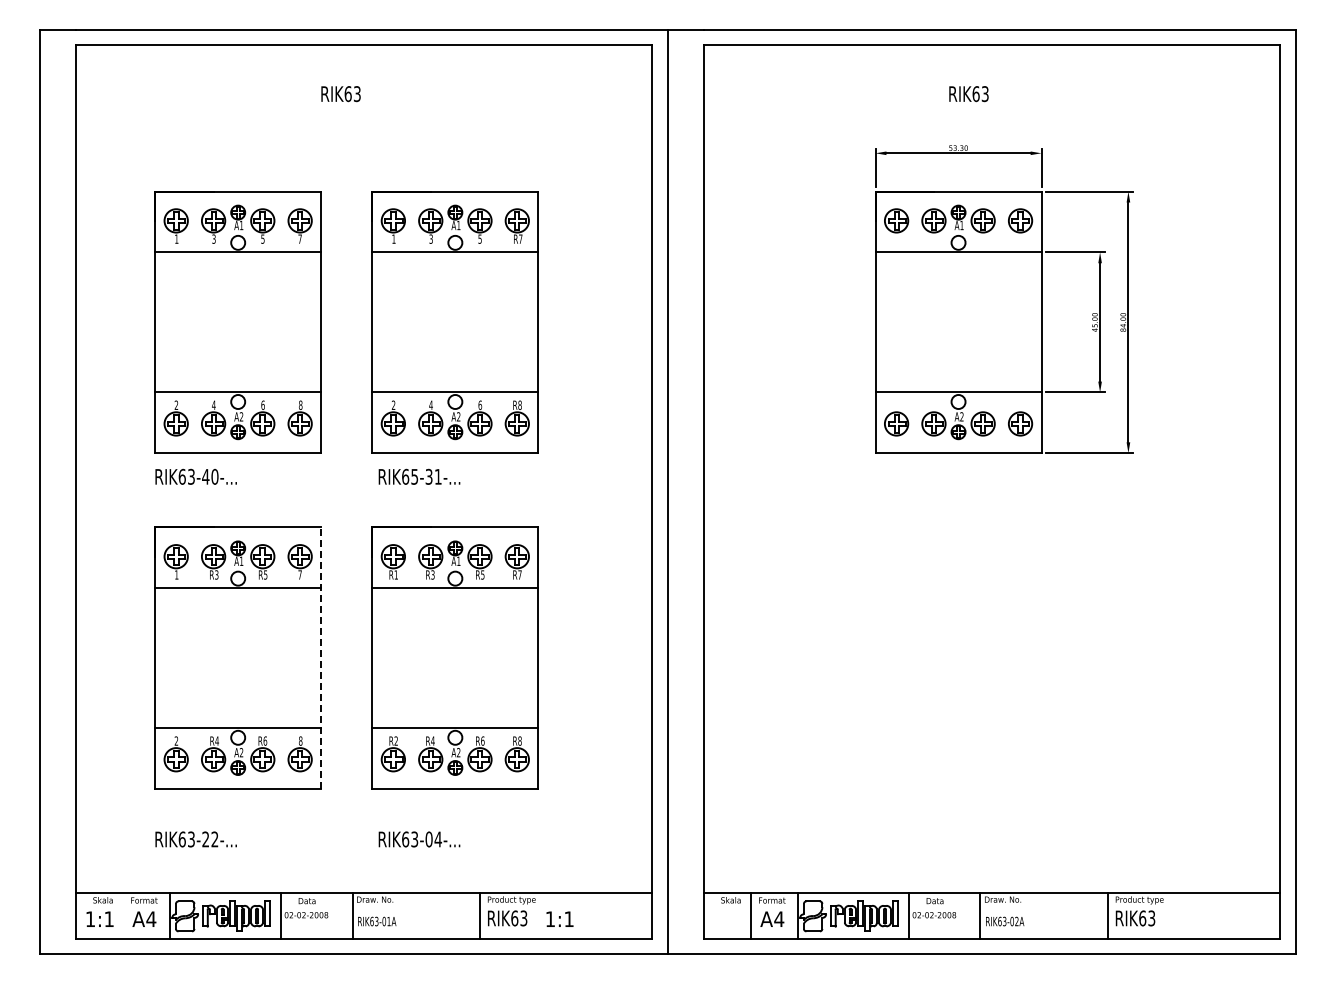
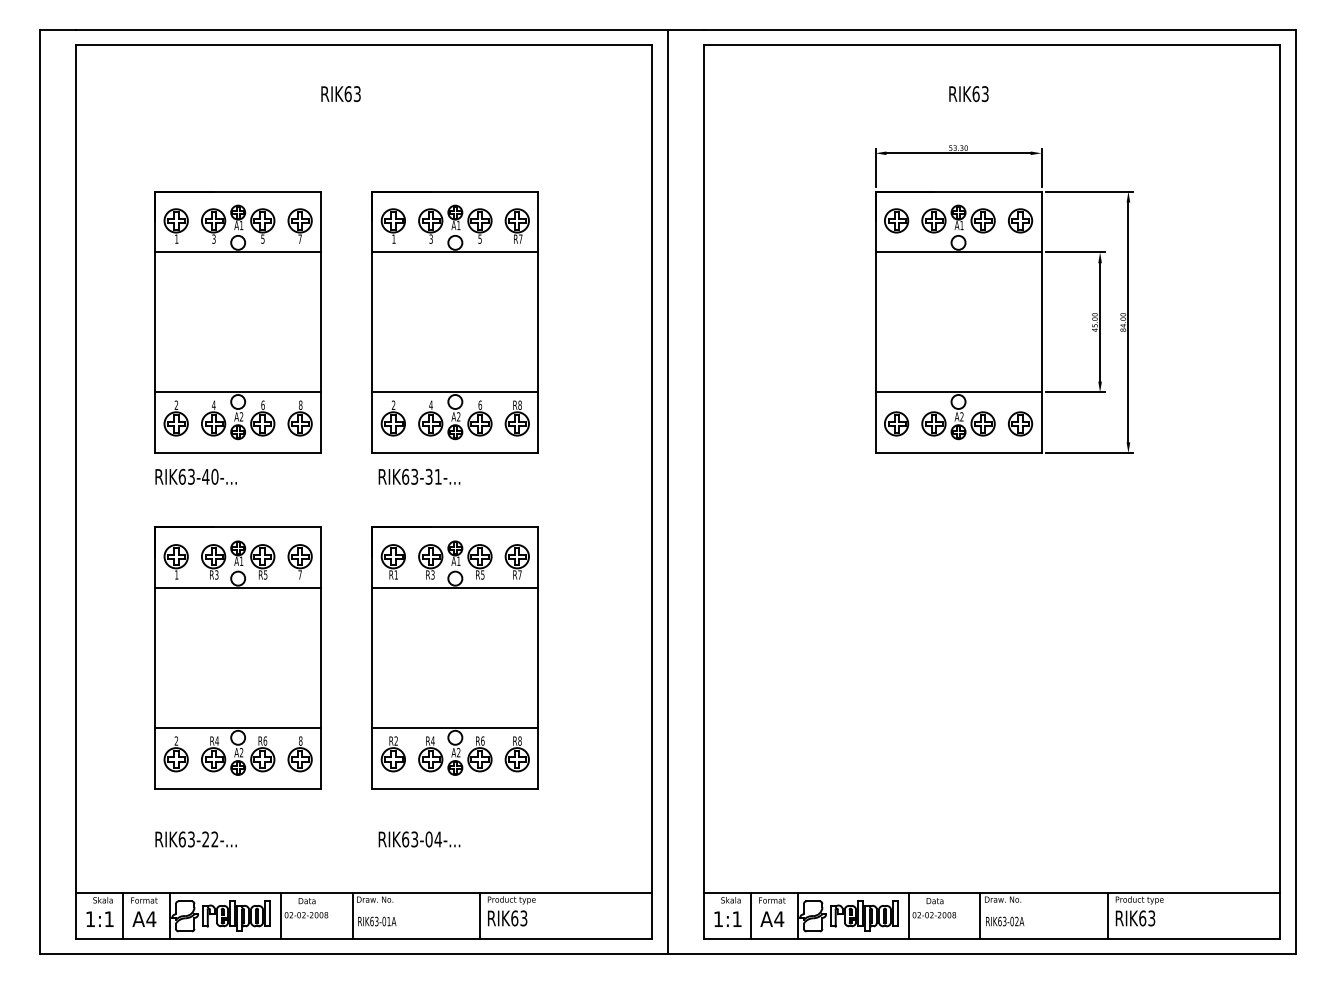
text at (414, 475): RIK65-31-... -> RIK63-31-...
line at (321, 658): dashed -> solid
line at (123, 915): none -> present
text at (559, 918) position: (559, 918) -> (727, 918)
